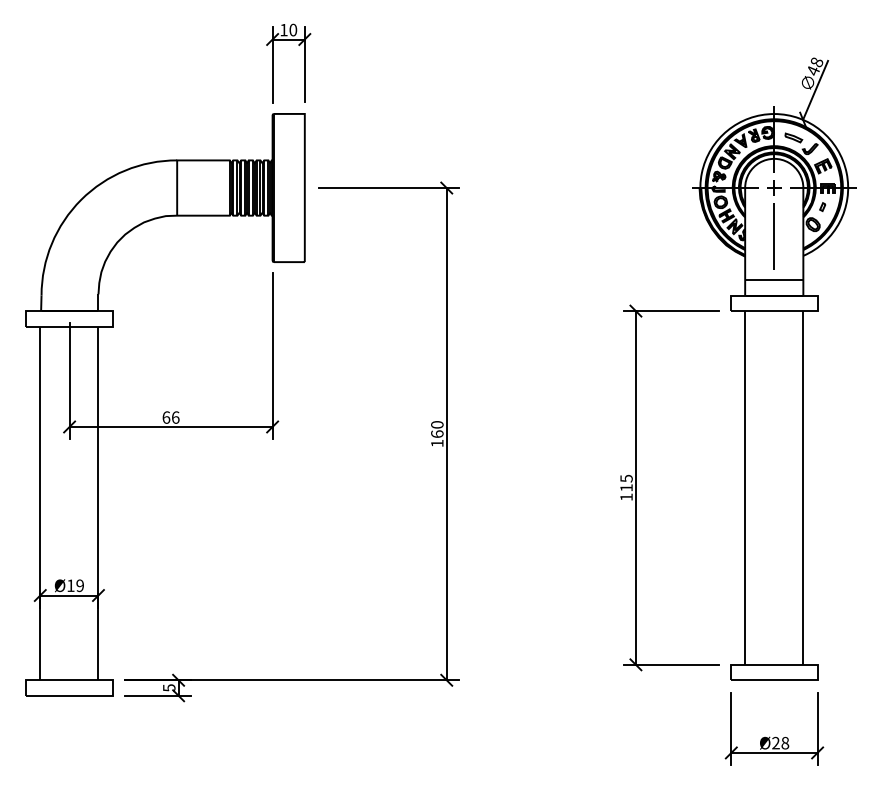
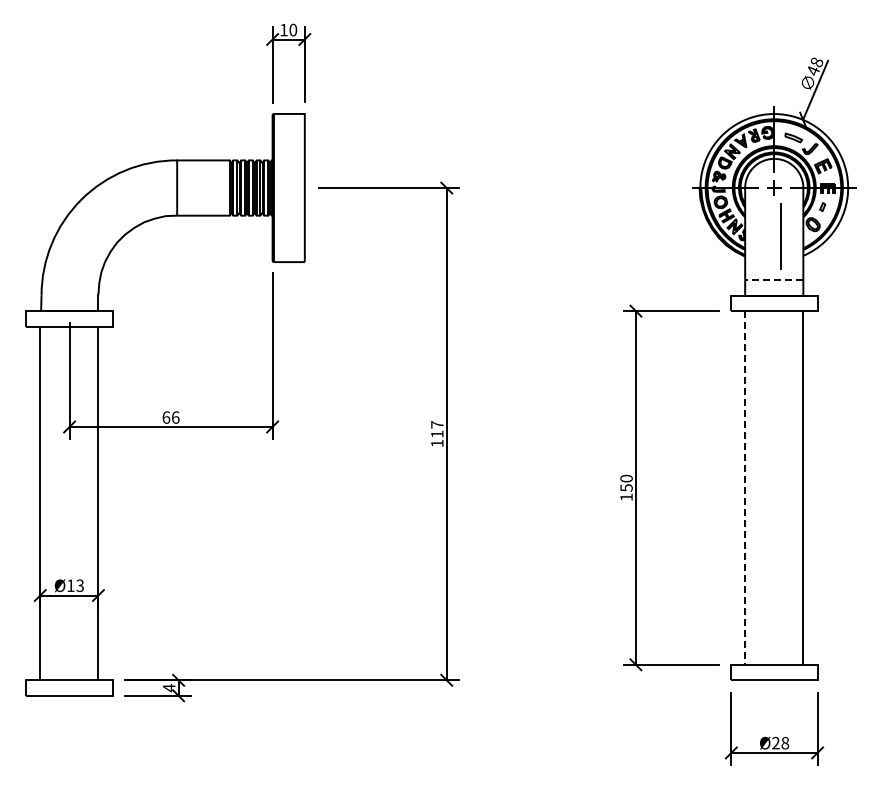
line at (773, 236) position: (773, 236) -> (780, 236)
line at (773, 280): solid -> dashed
text at (437, 429): 160 -> 117
text at (626, 482): 115 -> 150
line at (745, 487): solid -> dashed
text at (79, 585): Ø19 -> Ø13
text at (169, 688): 5 -> 4
